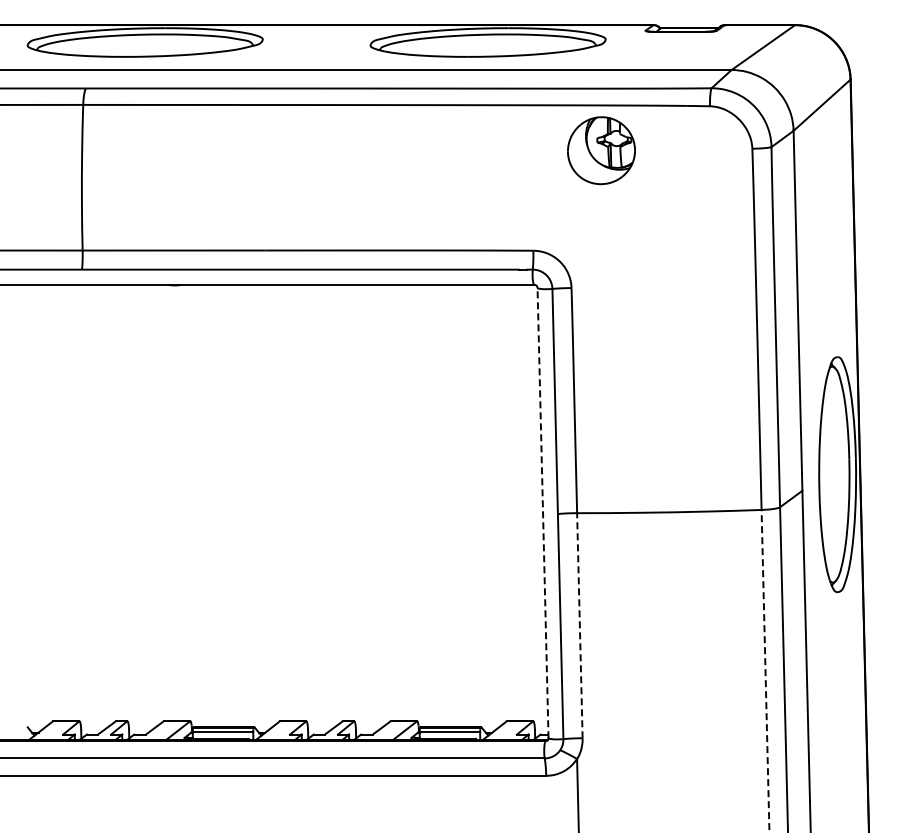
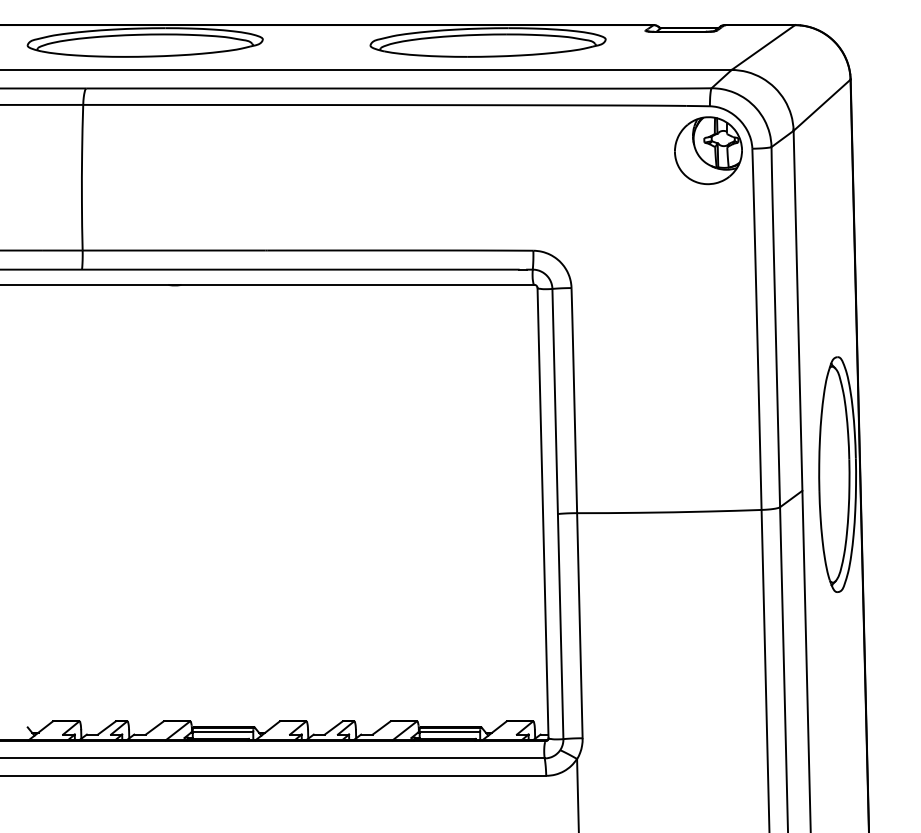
part at (601, 150) position: (601, 150) -> (708, 150)
line at (543, 512): dashed -> solid
line at (579, 625): dashed -> solid
line at (765, 670): dashed -> solid
